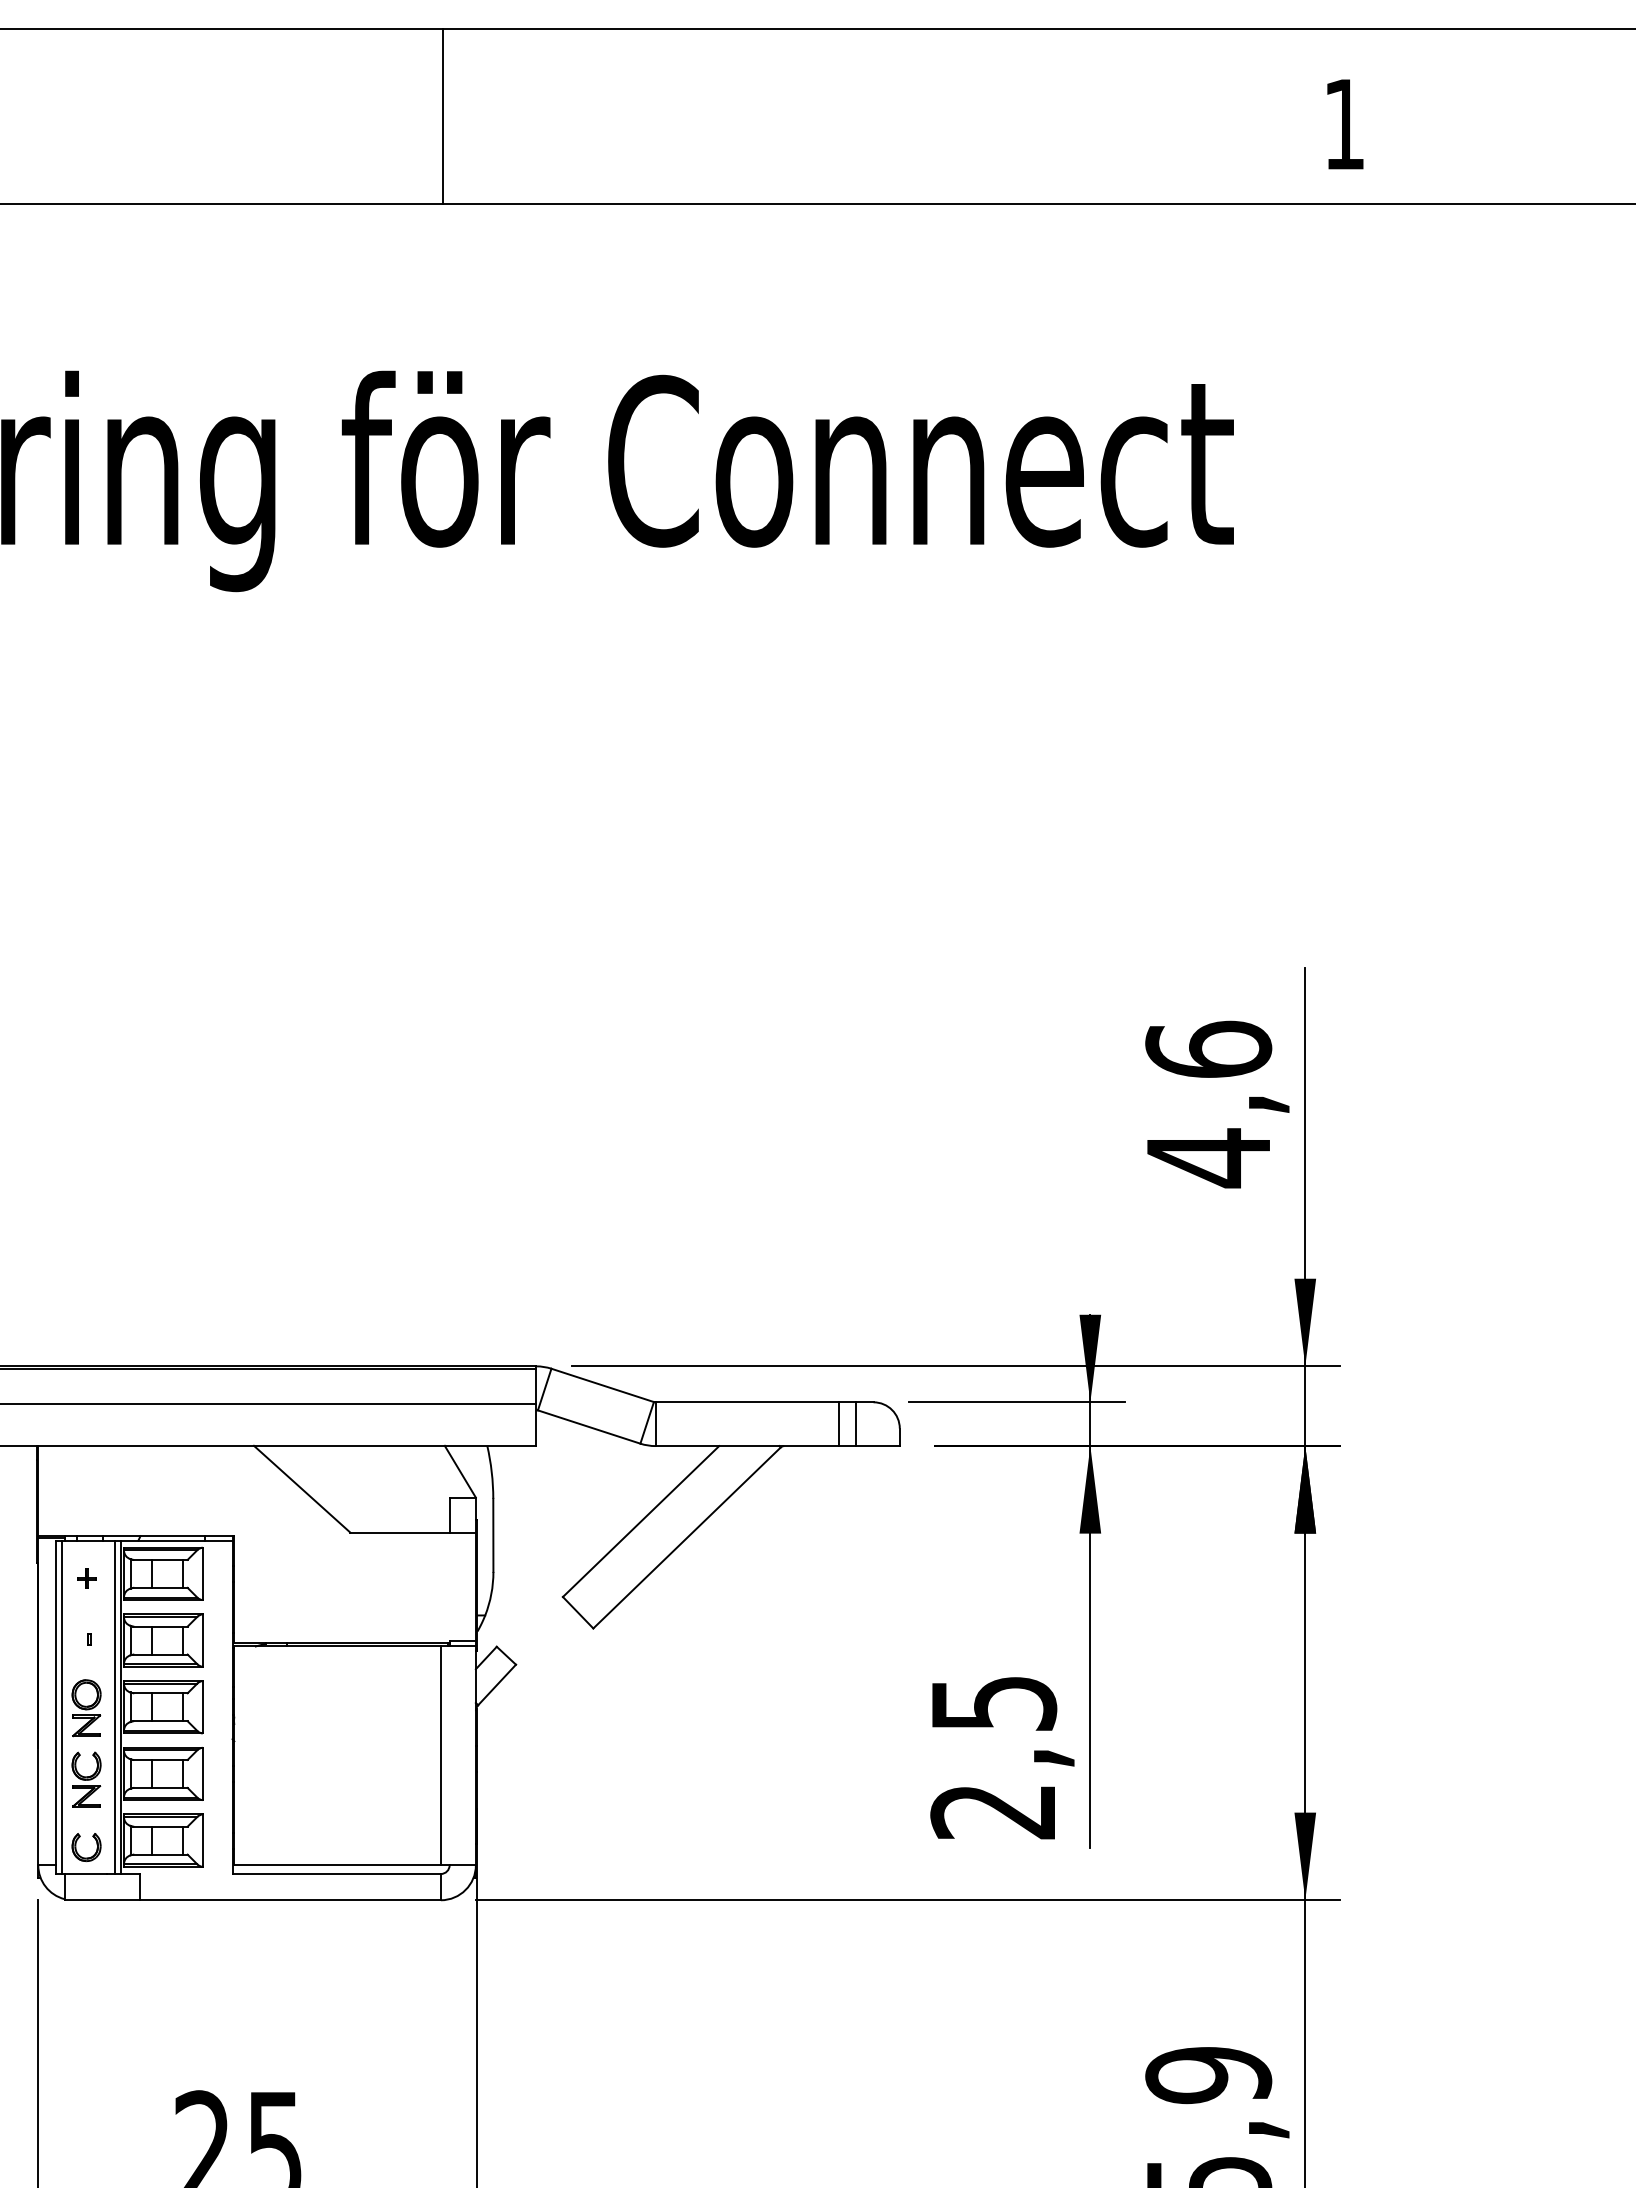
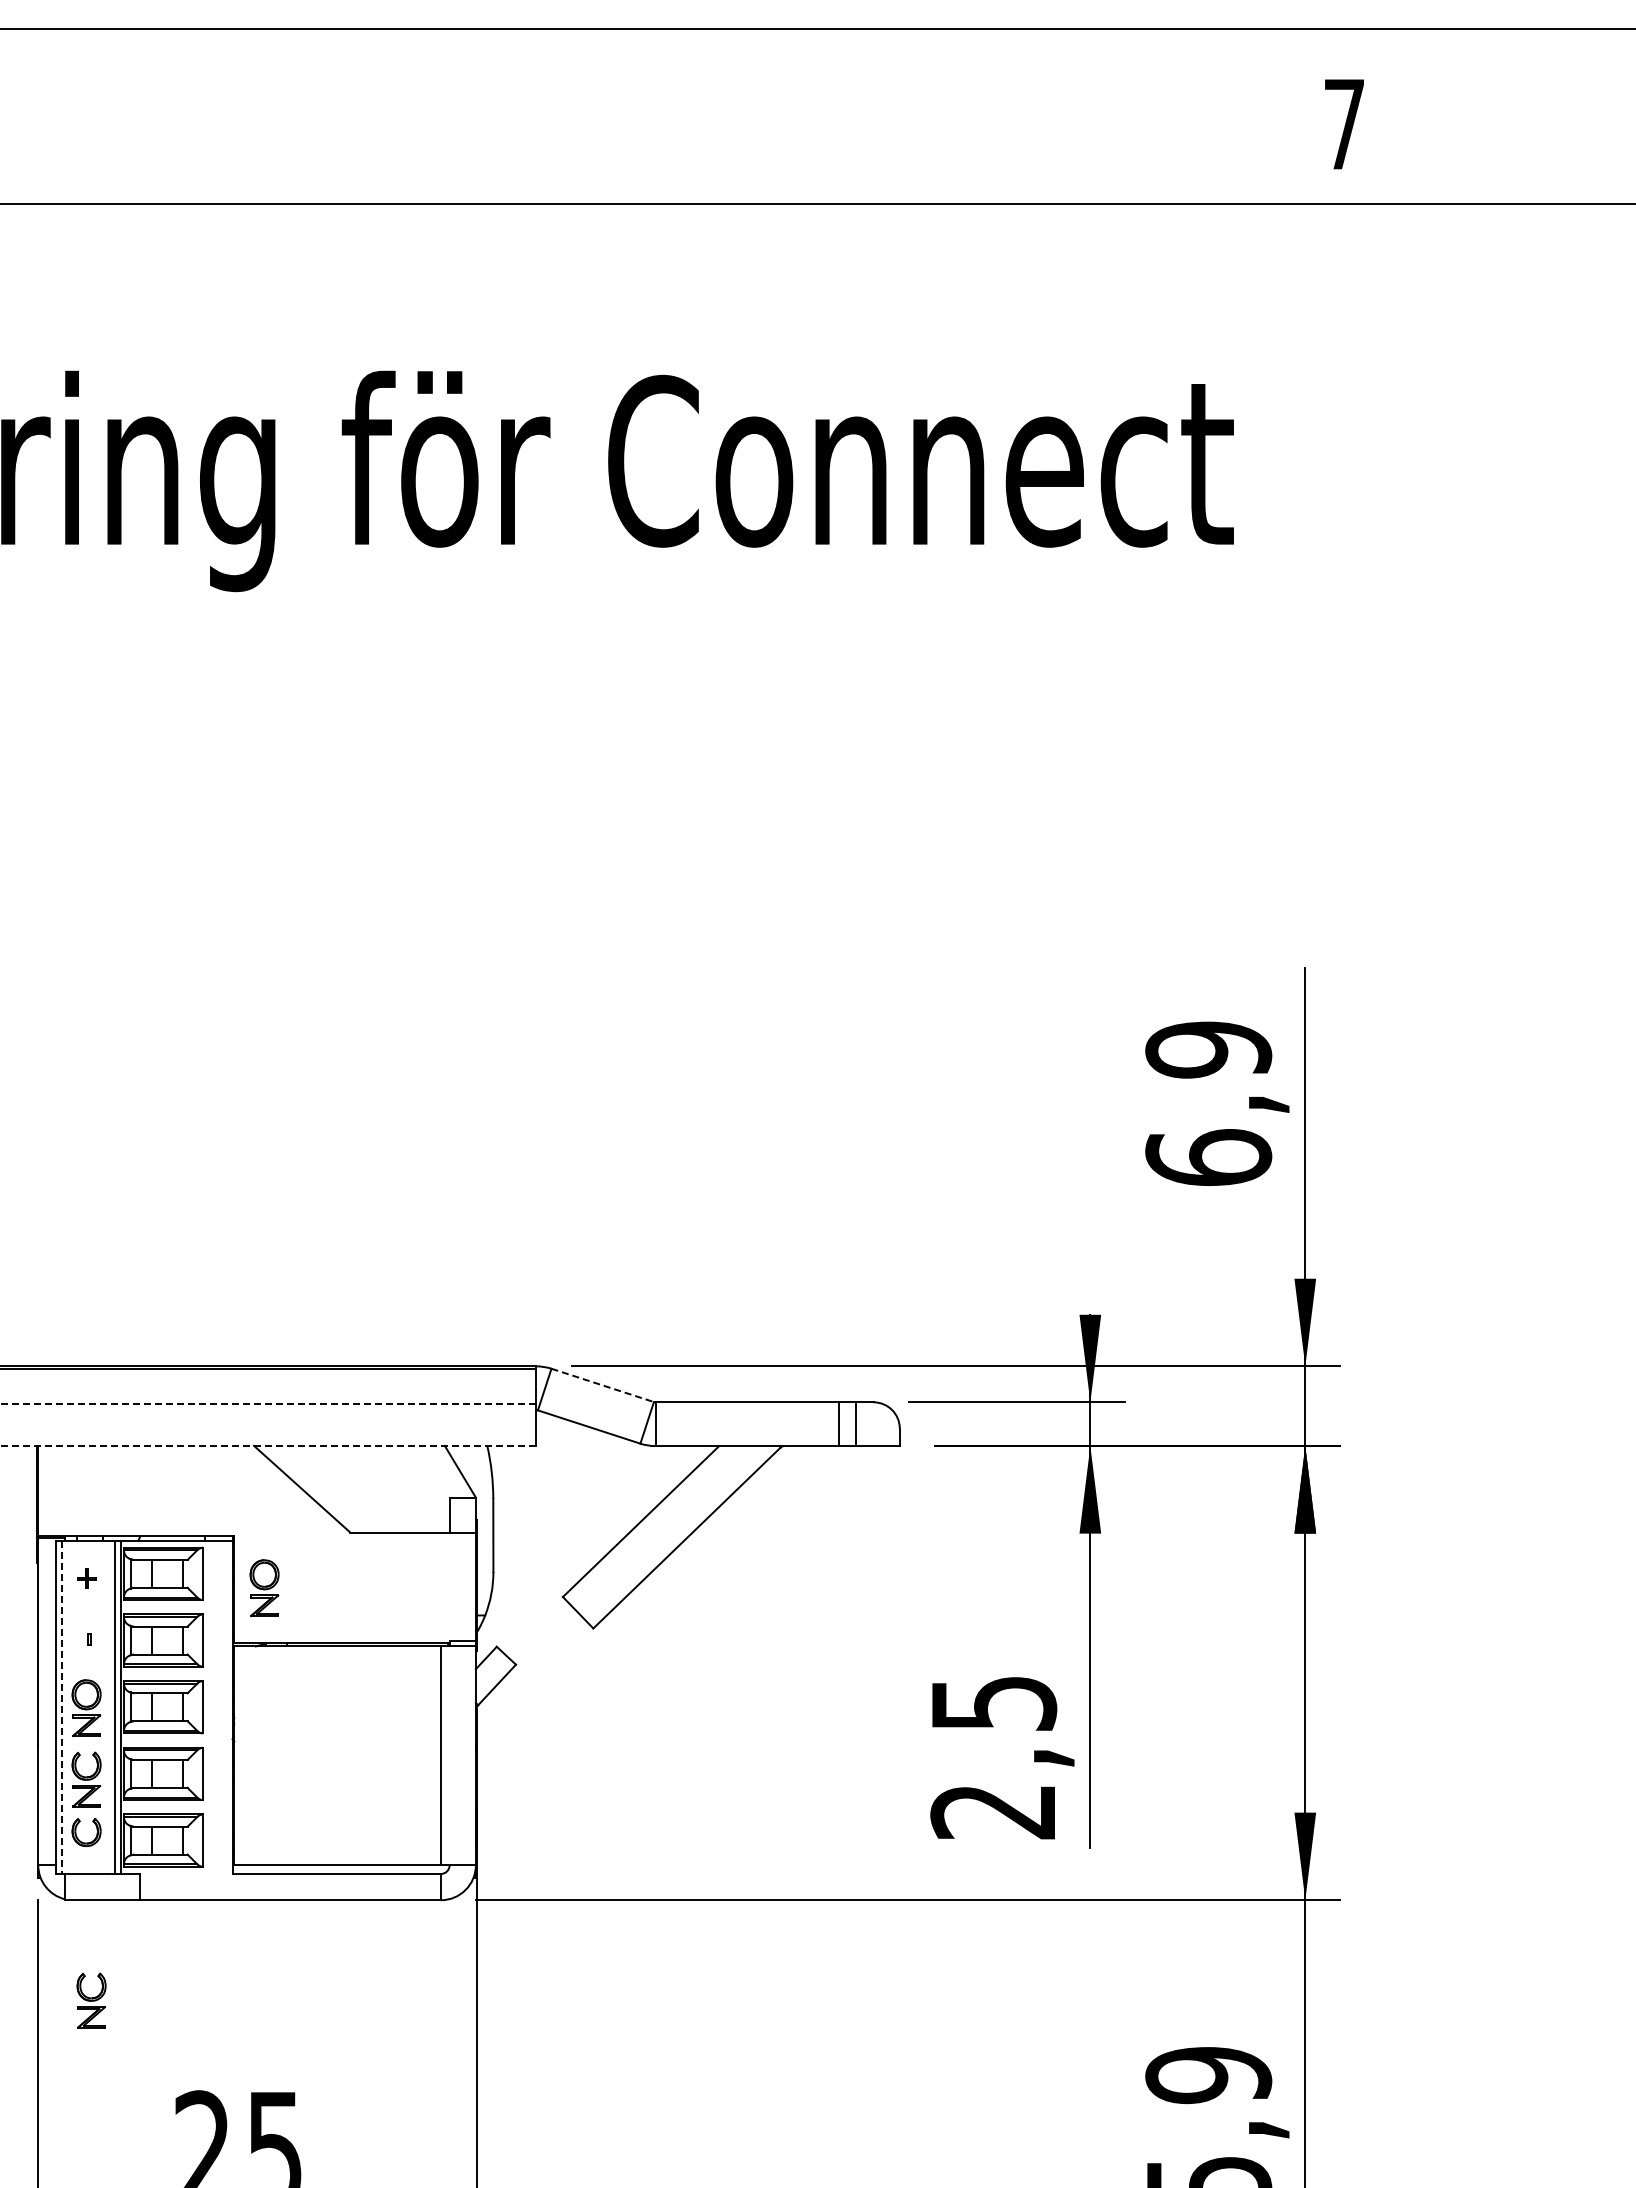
line at (443, 115): present -> none
text at (1344, 124): 1 -> 7
text at (1208, 1104): 4,6 -> 6,9
line at (602, 1385): solid -> dashed
line at (268, 1404): solid -> dashed
line at (268, 1445): solid -> dashed
part at (264, 1588): none -> present
line at (62, 1707): solid -> dashed
part at (77, 1851) position: (77, 1851) -> (77, 1836)
part at (91, 2000): none -> present
